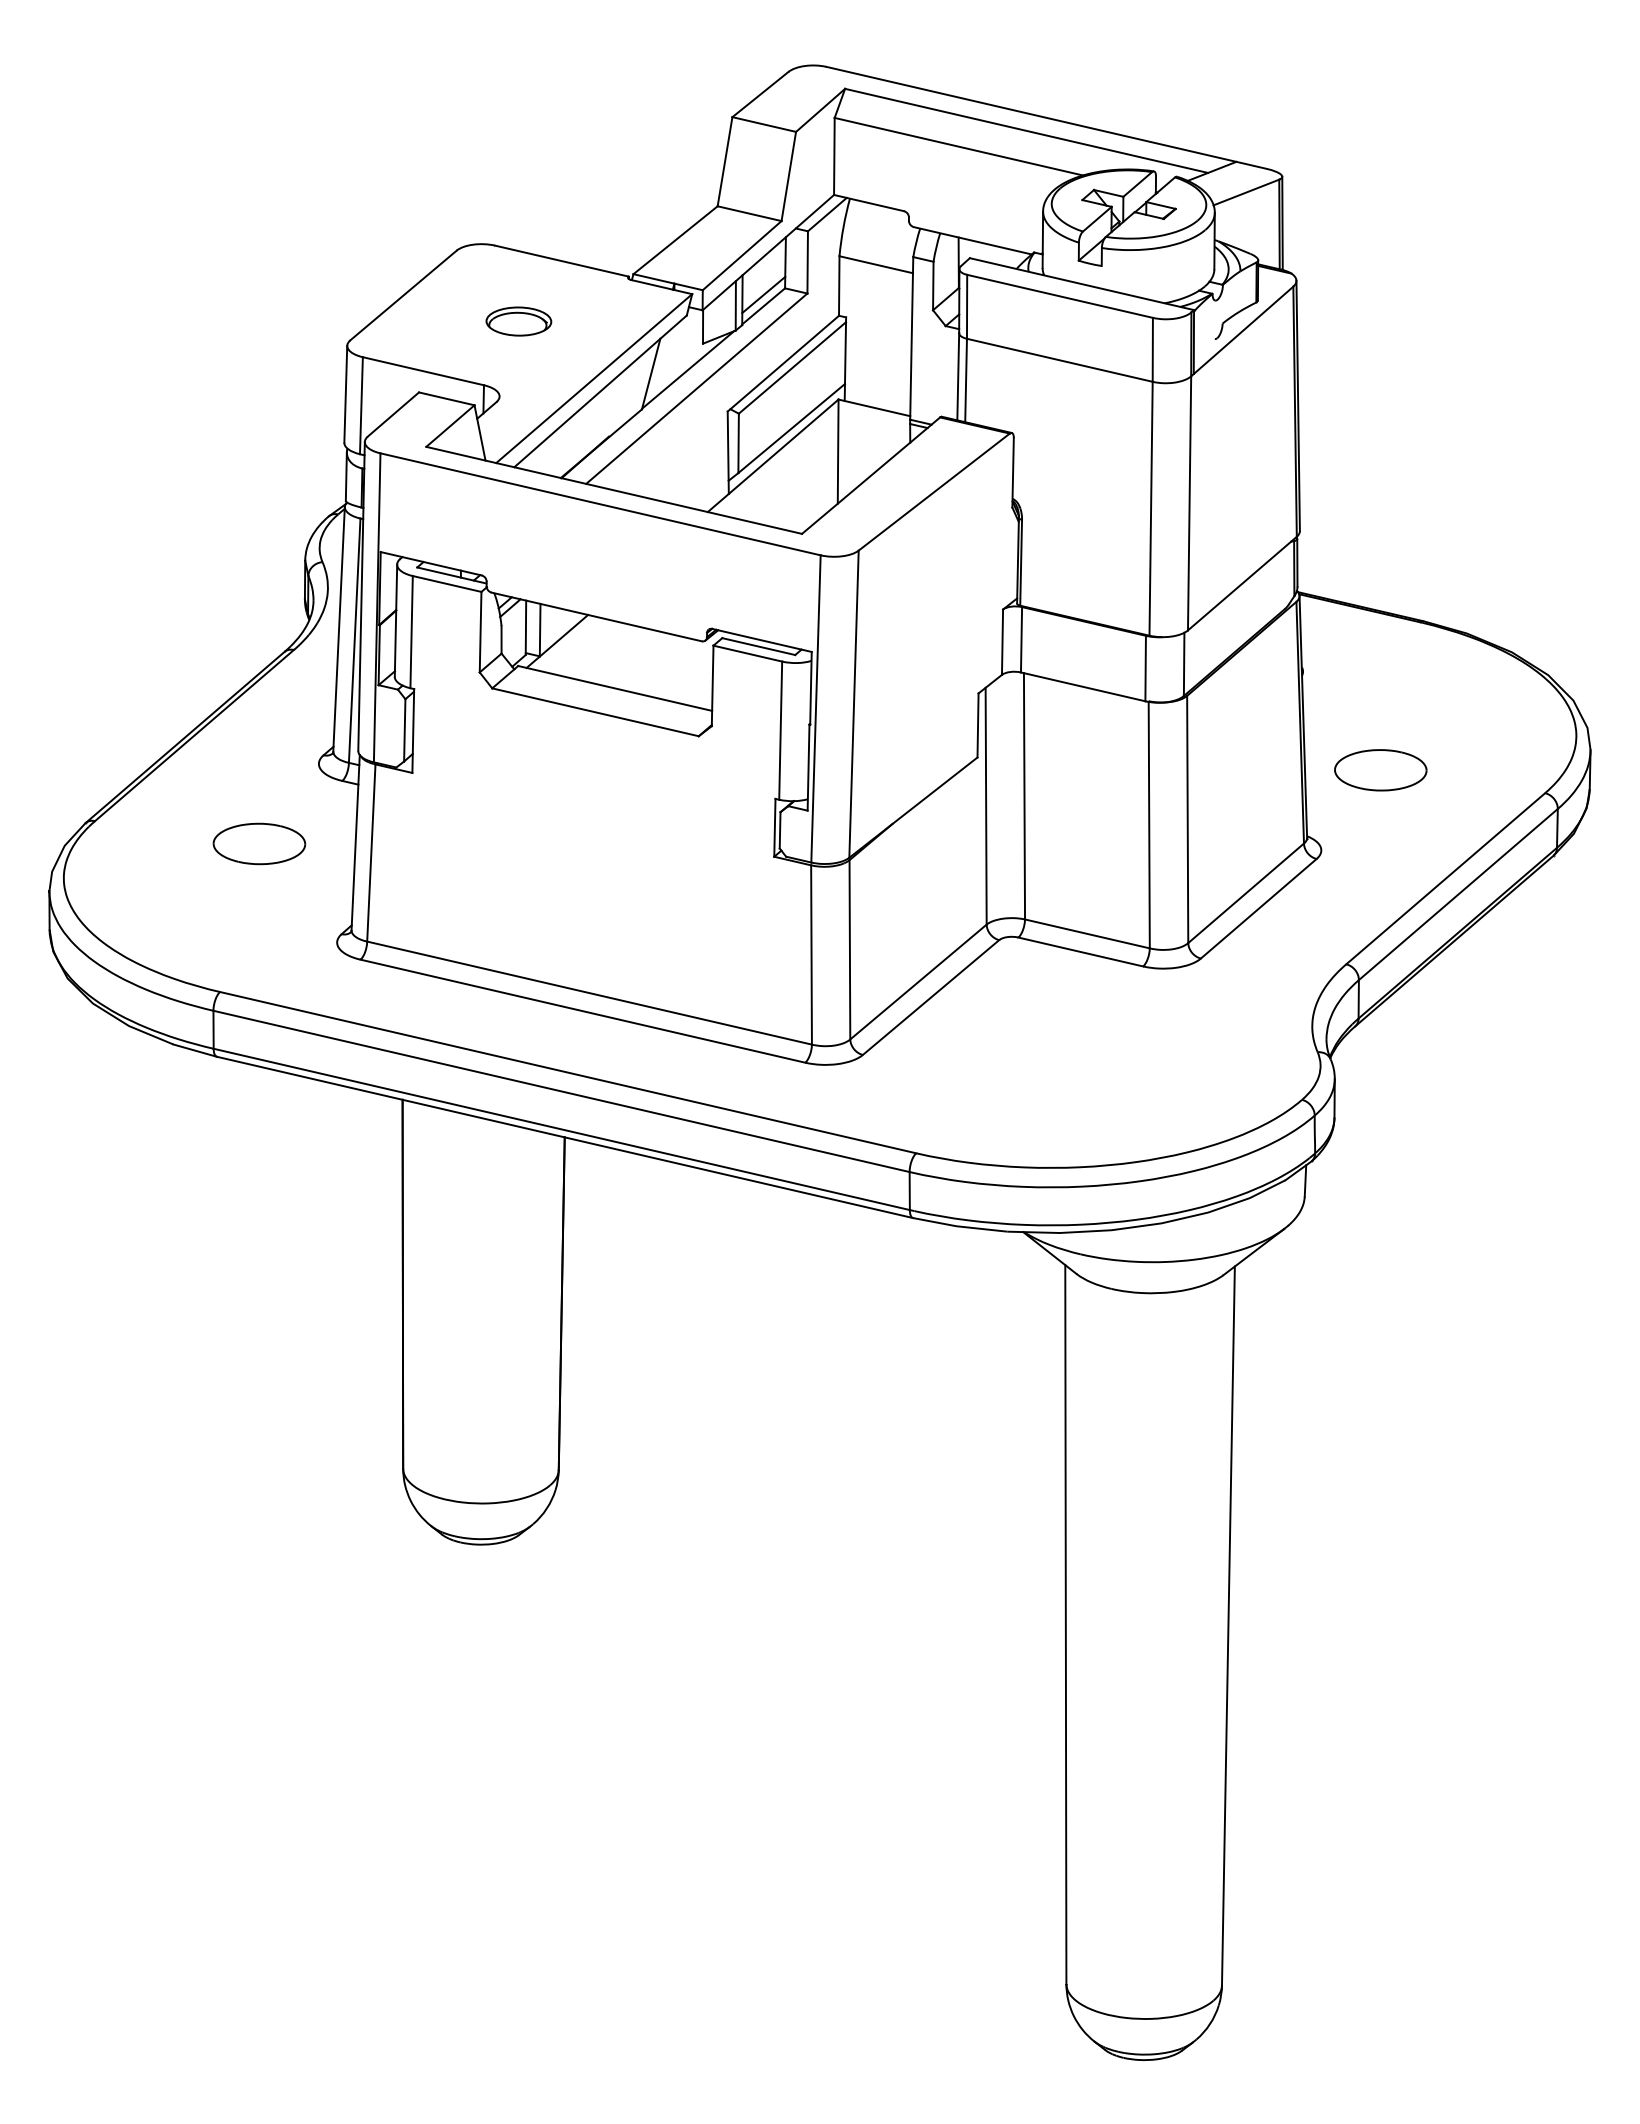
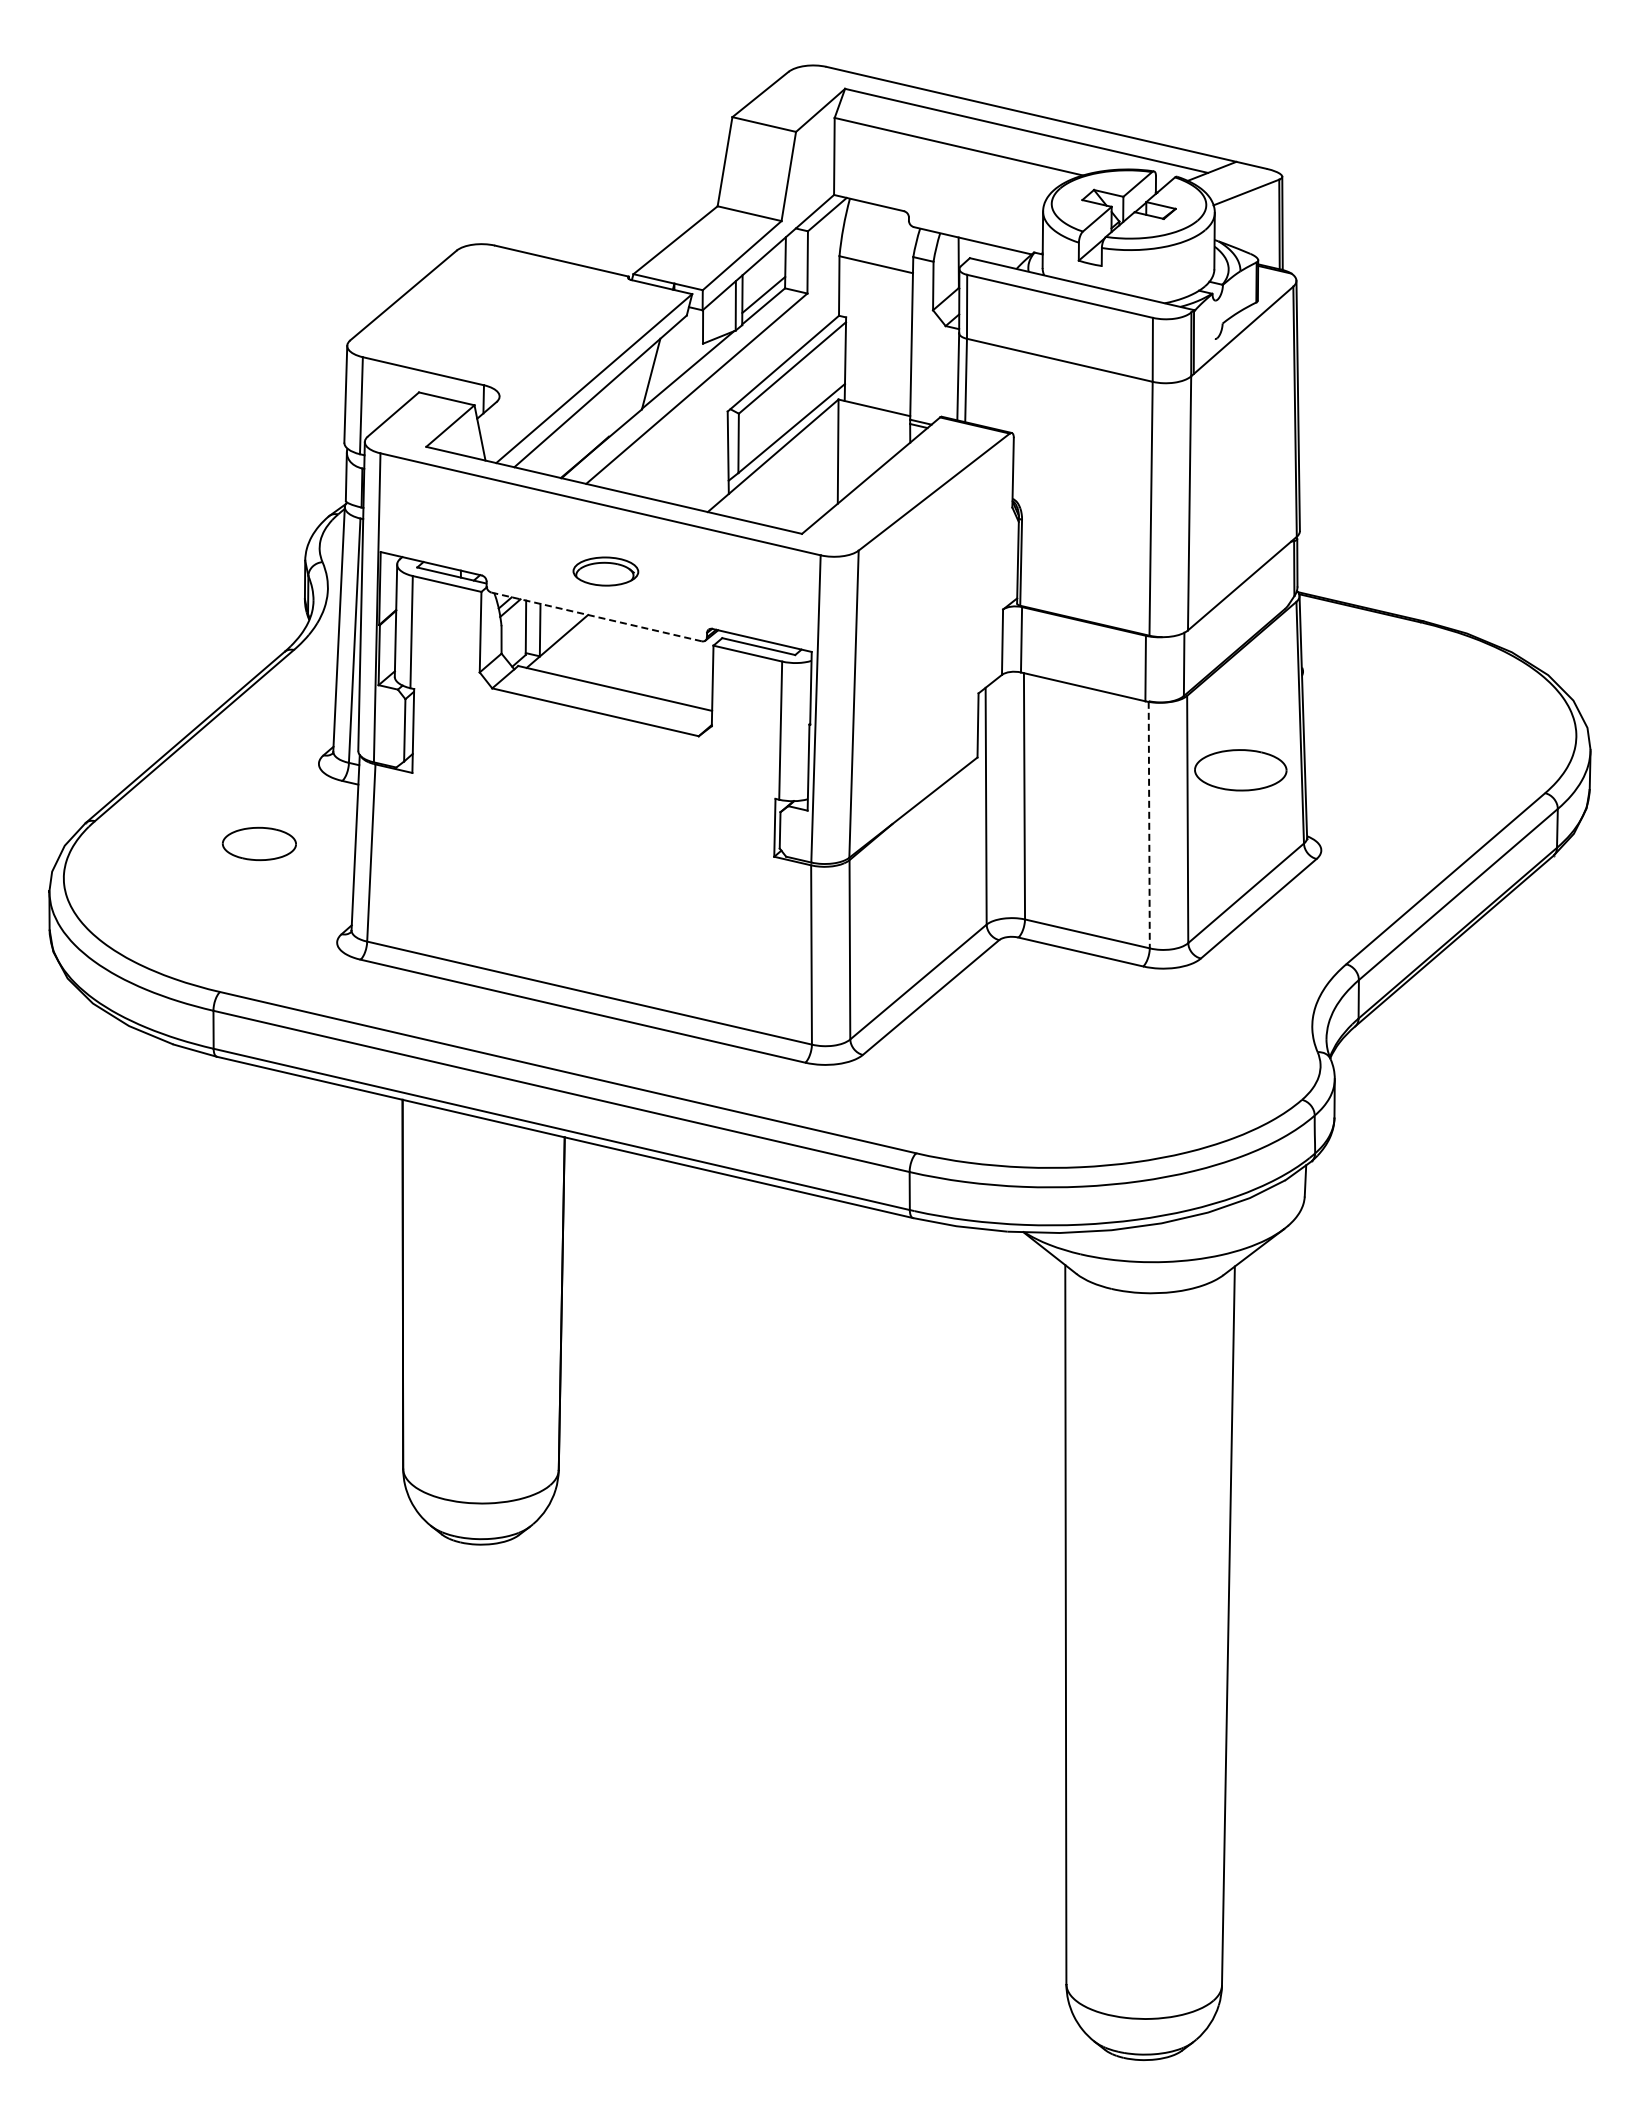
part at (518, 321) position: (518, 321) -> (605, 571)
line at (596, 616): solid -> dashed
part at (1380, 770) position: (1380, 770) -> (1240, 770)
line at (1149, 825): solid -> dashed
part at (259, 843) size: 95x44 px -> 75x36 px
